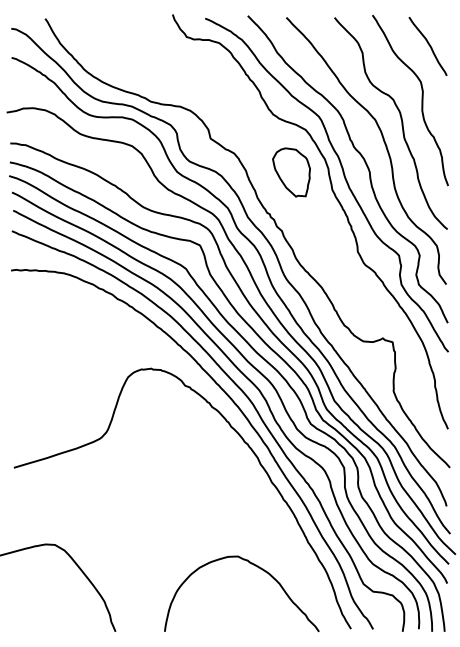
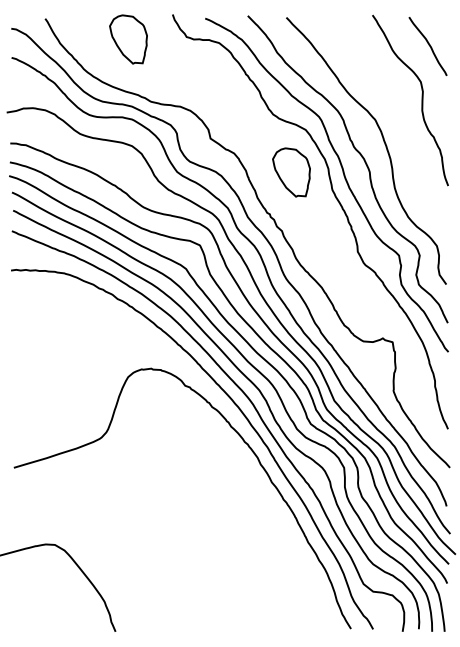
part at (128, 39): none -> present
curve at (400, 119): present -> none
curve at (258, 568): present -> none
